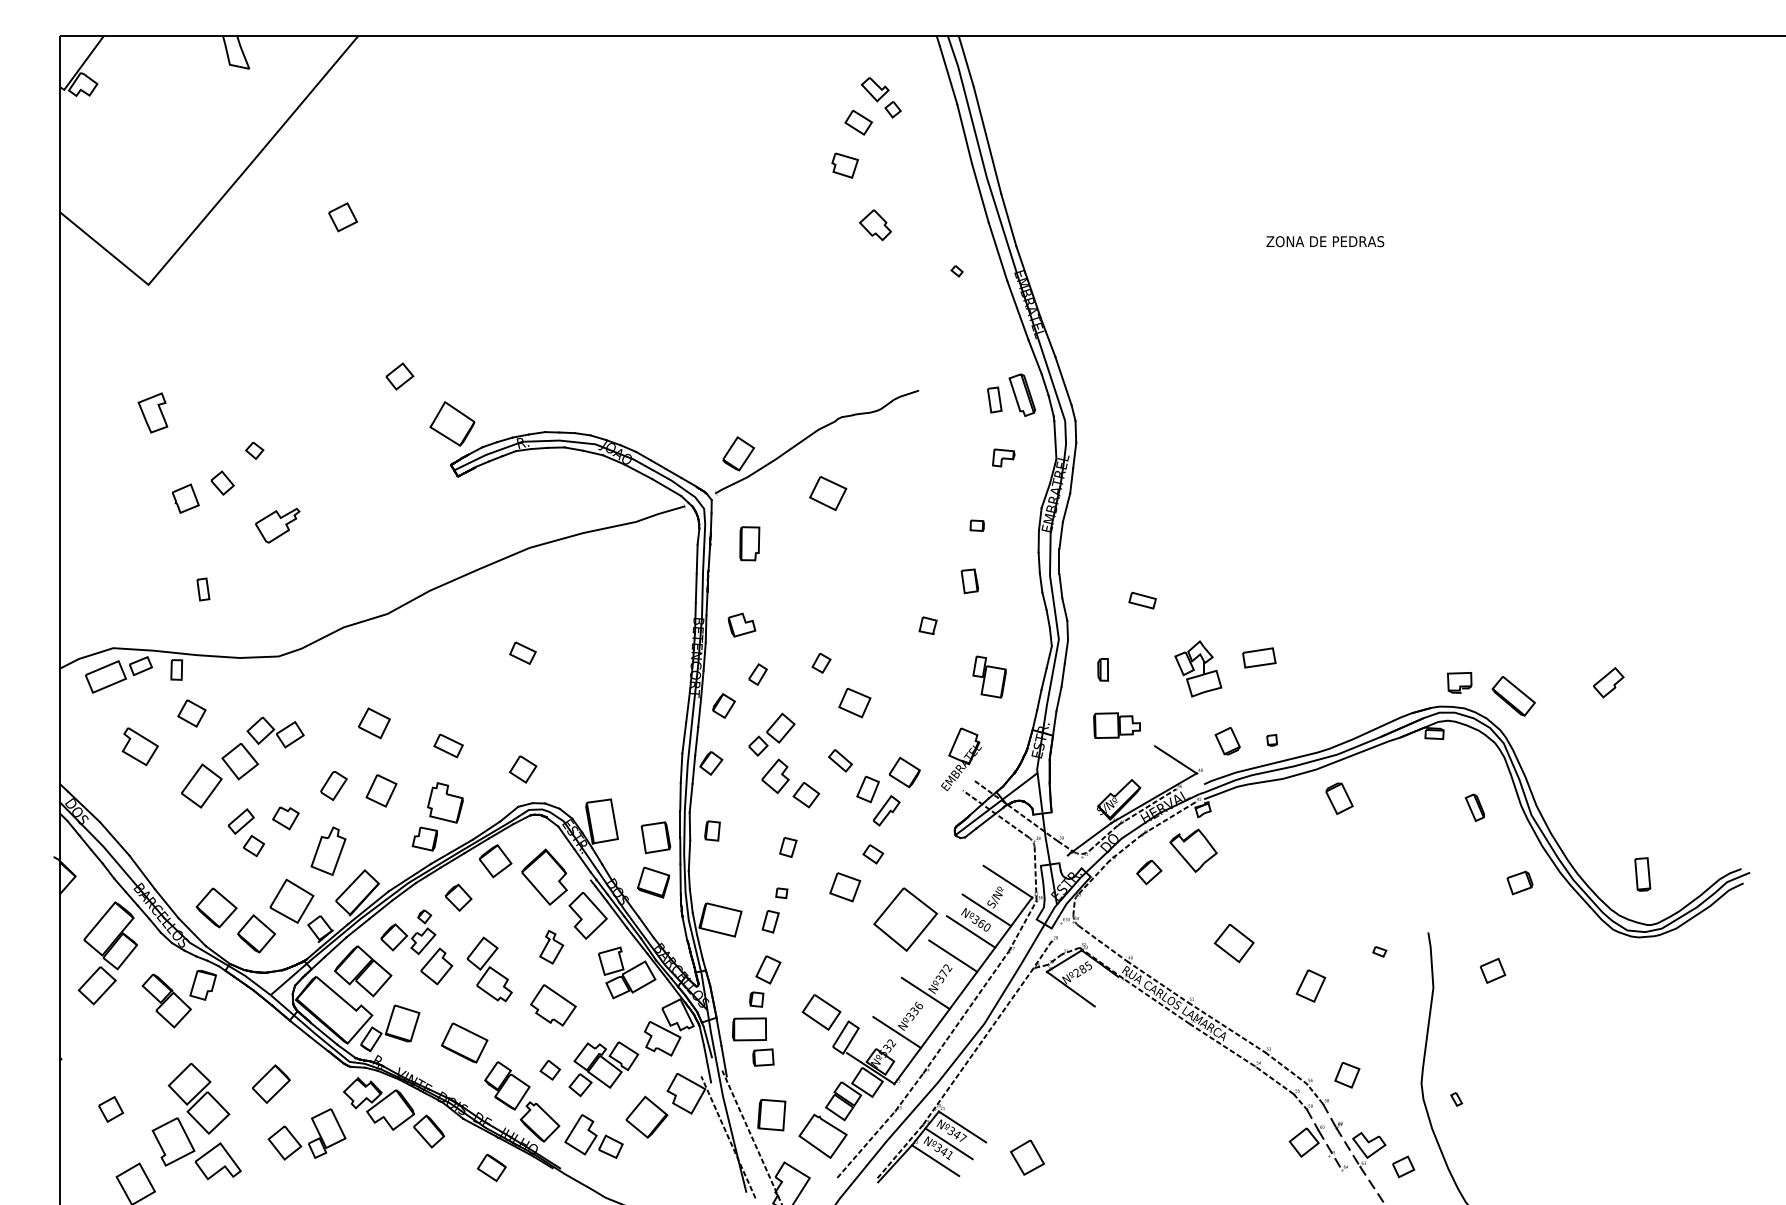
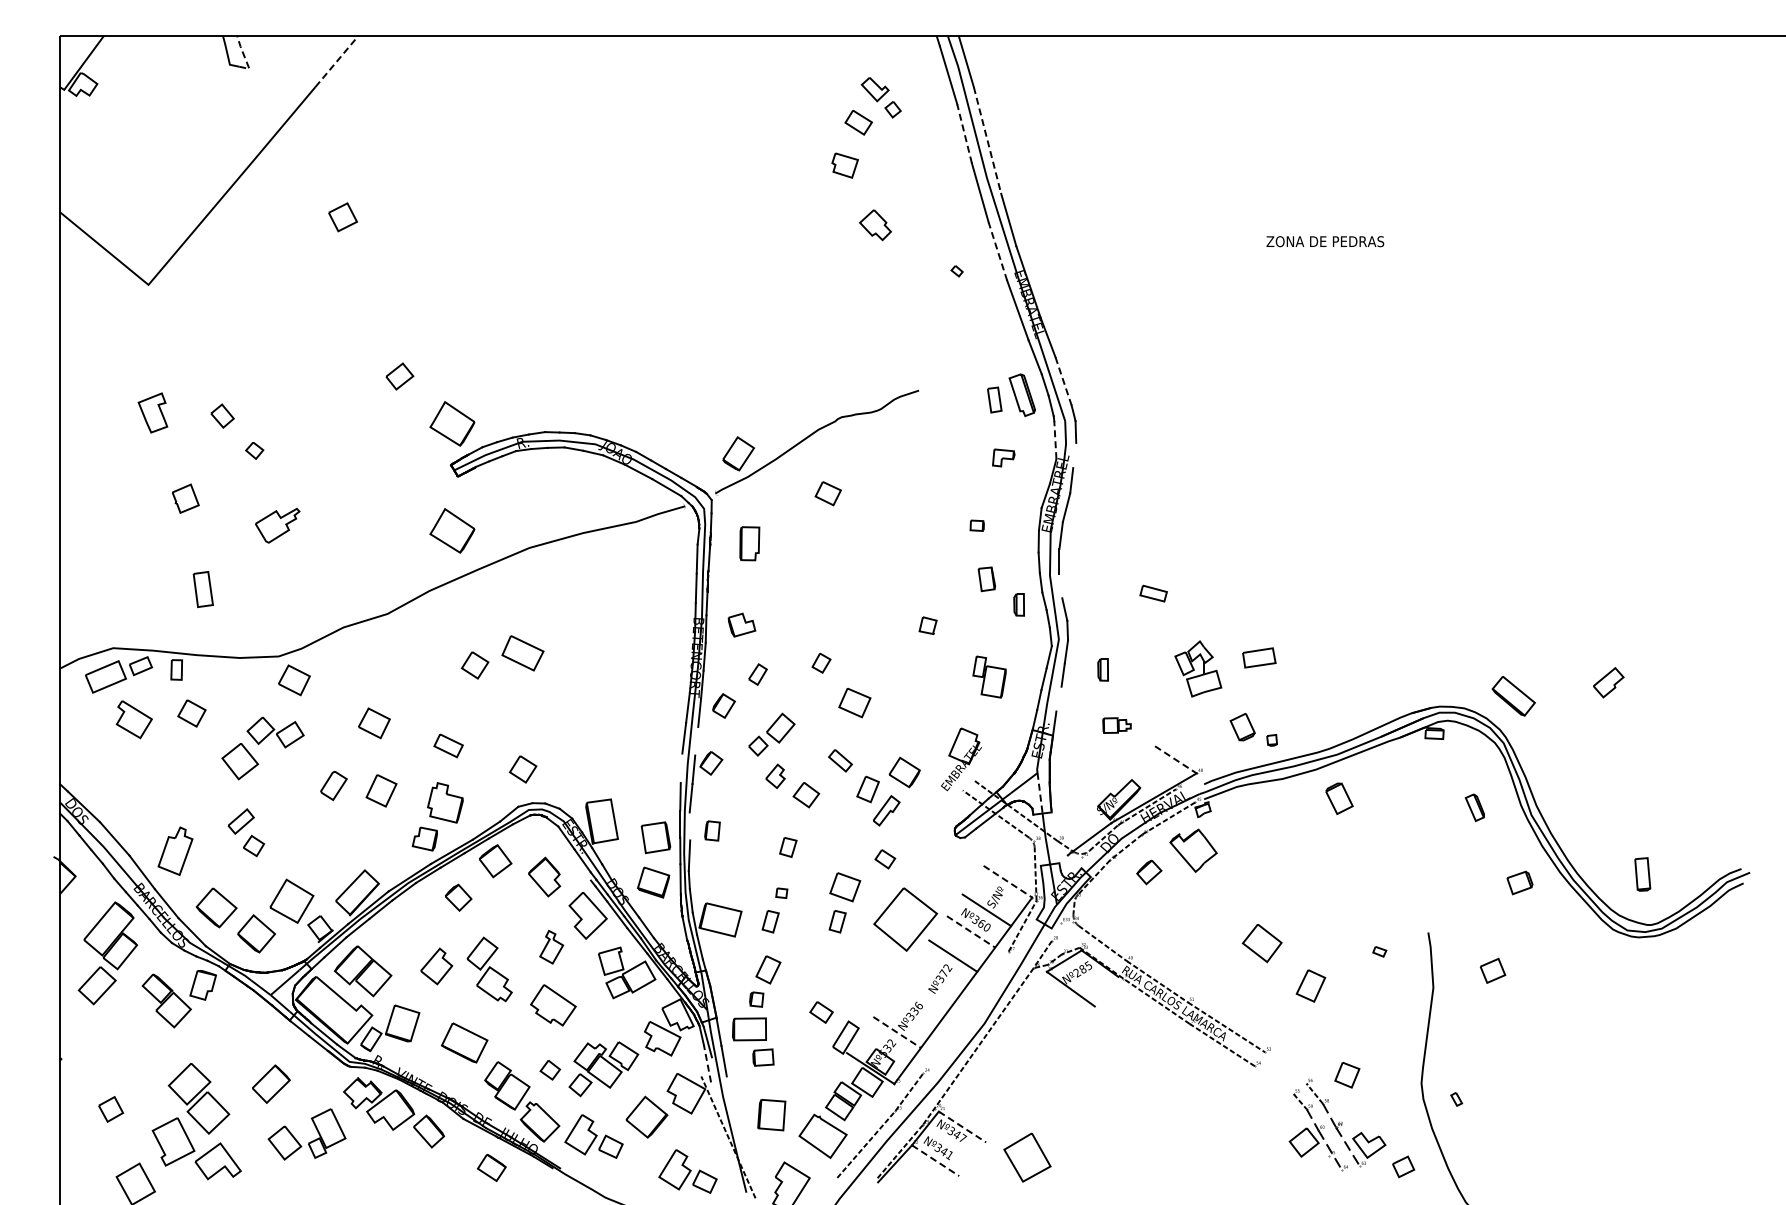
line at (244, 57): solid -> dashed
line at (337, 61): solid -> dashed
line at (964, 133): solid -> dashed
line at (987, 141): solid -> dashed
line at (997, 251): solid -> dashed
line at (1063, 381): solid -> dashed
line at (1055, 439): solid -> dashed
line at (1074, 455): present -> none
part at (222, 482) position: (222, 482) -> (222, 415)
part at (828, 493) size: 39x36 px -> 28x26 px
part at (452, 530): none -> present
part at (969, 581) position: (969, 581) -> (986, 579)
line at (1060, 586): present -> none
part at (203, 589) size: 15x25 px -> 22x37 px
part at (1142, 600) position: (1142, 600) -> (1153, 593)
part at (1018, 604): none -> present
part at (522, 652) size: 28x24 px -> 44x37 px
part at (474, 665): none -> present
part at (294, 680): none -> present
part at (1459, 682): present -> none
line at (1058, 698): present -> none
part at (1116, 725) size: 48x27 px -> 30x17 px
line at (696, 741): present -> none
part at (1227, 741) position: (1227, 741) -> (1242, 727)
part at (139, 746) position: (139, 746) -> (133, 719)
line at (1175, 759): solid -> dashed
line at (681, 767): present -> none
part at (775, 776) size: 29x37 px -> 21x27 px
part at (201, 785): present -> none
line at (1040, 792): solid -> dashed
part at (285, 818): present -> none
line at (689, 826): present -> none
part at (328, 850) position: (328, 850) -> (175, 850)
part at (873, 854) position: (873, 854) -> (885, 859)
part at (544, 876) size: 47x58 px -> 34x42 px
line at (1008, 881): solid -> dashed
part at (837, 921): none -> present
line at (971, 931): solid -> dashed
part at (408, 932): present -> none
part at (1233, 943) position: (1233, 943) -> (1261, 943)
line at (925, 993): present -> none
part at (821, 1012) size: 41x37 px -> 25x23 px
line at (965, 1012): present -> none
line at (897, 1032): solid -> dashed
line at (707, 1063): solid -> dashed
line at (1285, 1067): present -> none
line at (1273, 1080): present -> none
line at (962, 1127): solid -> dashed
line at (751, 1135): present -> none
line at (948, 1143): present -> none
part at (1027, 1157) size: 35x37 px -> 49x51 px
line at (936, 1160): solid -> dashed
part at (687, 1171): none -> present
line at (1371, 1183): present -> none
